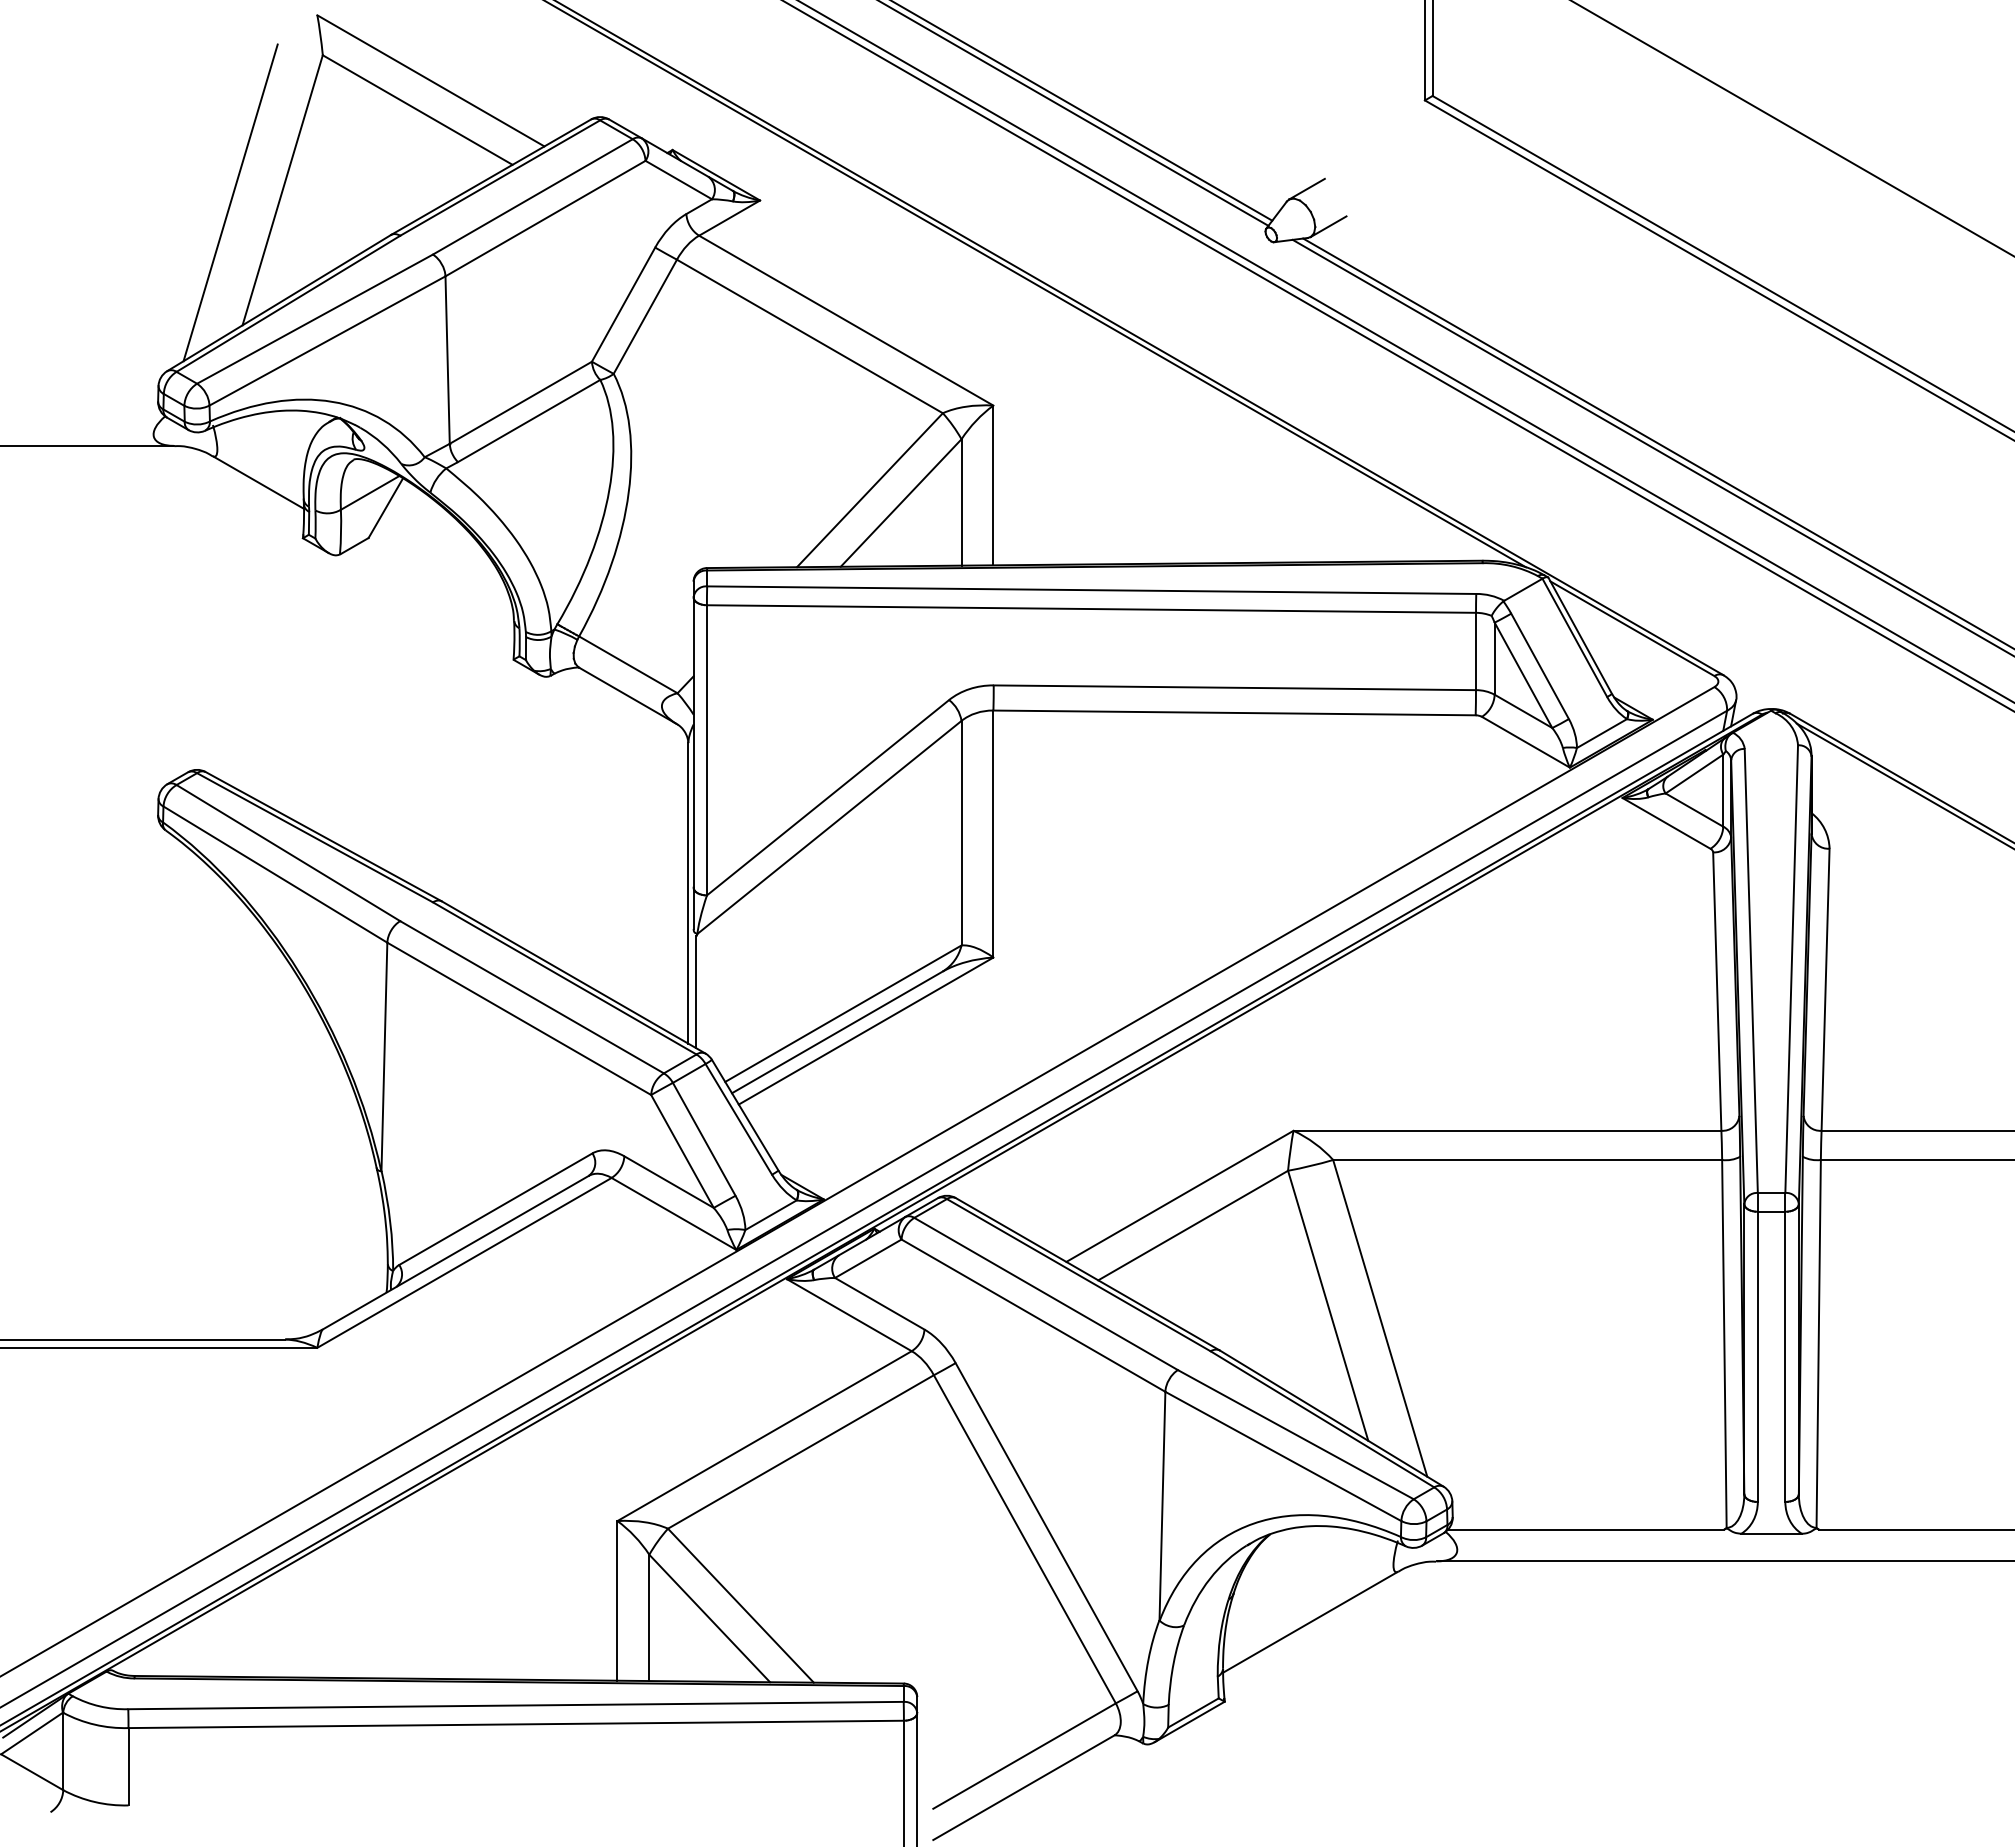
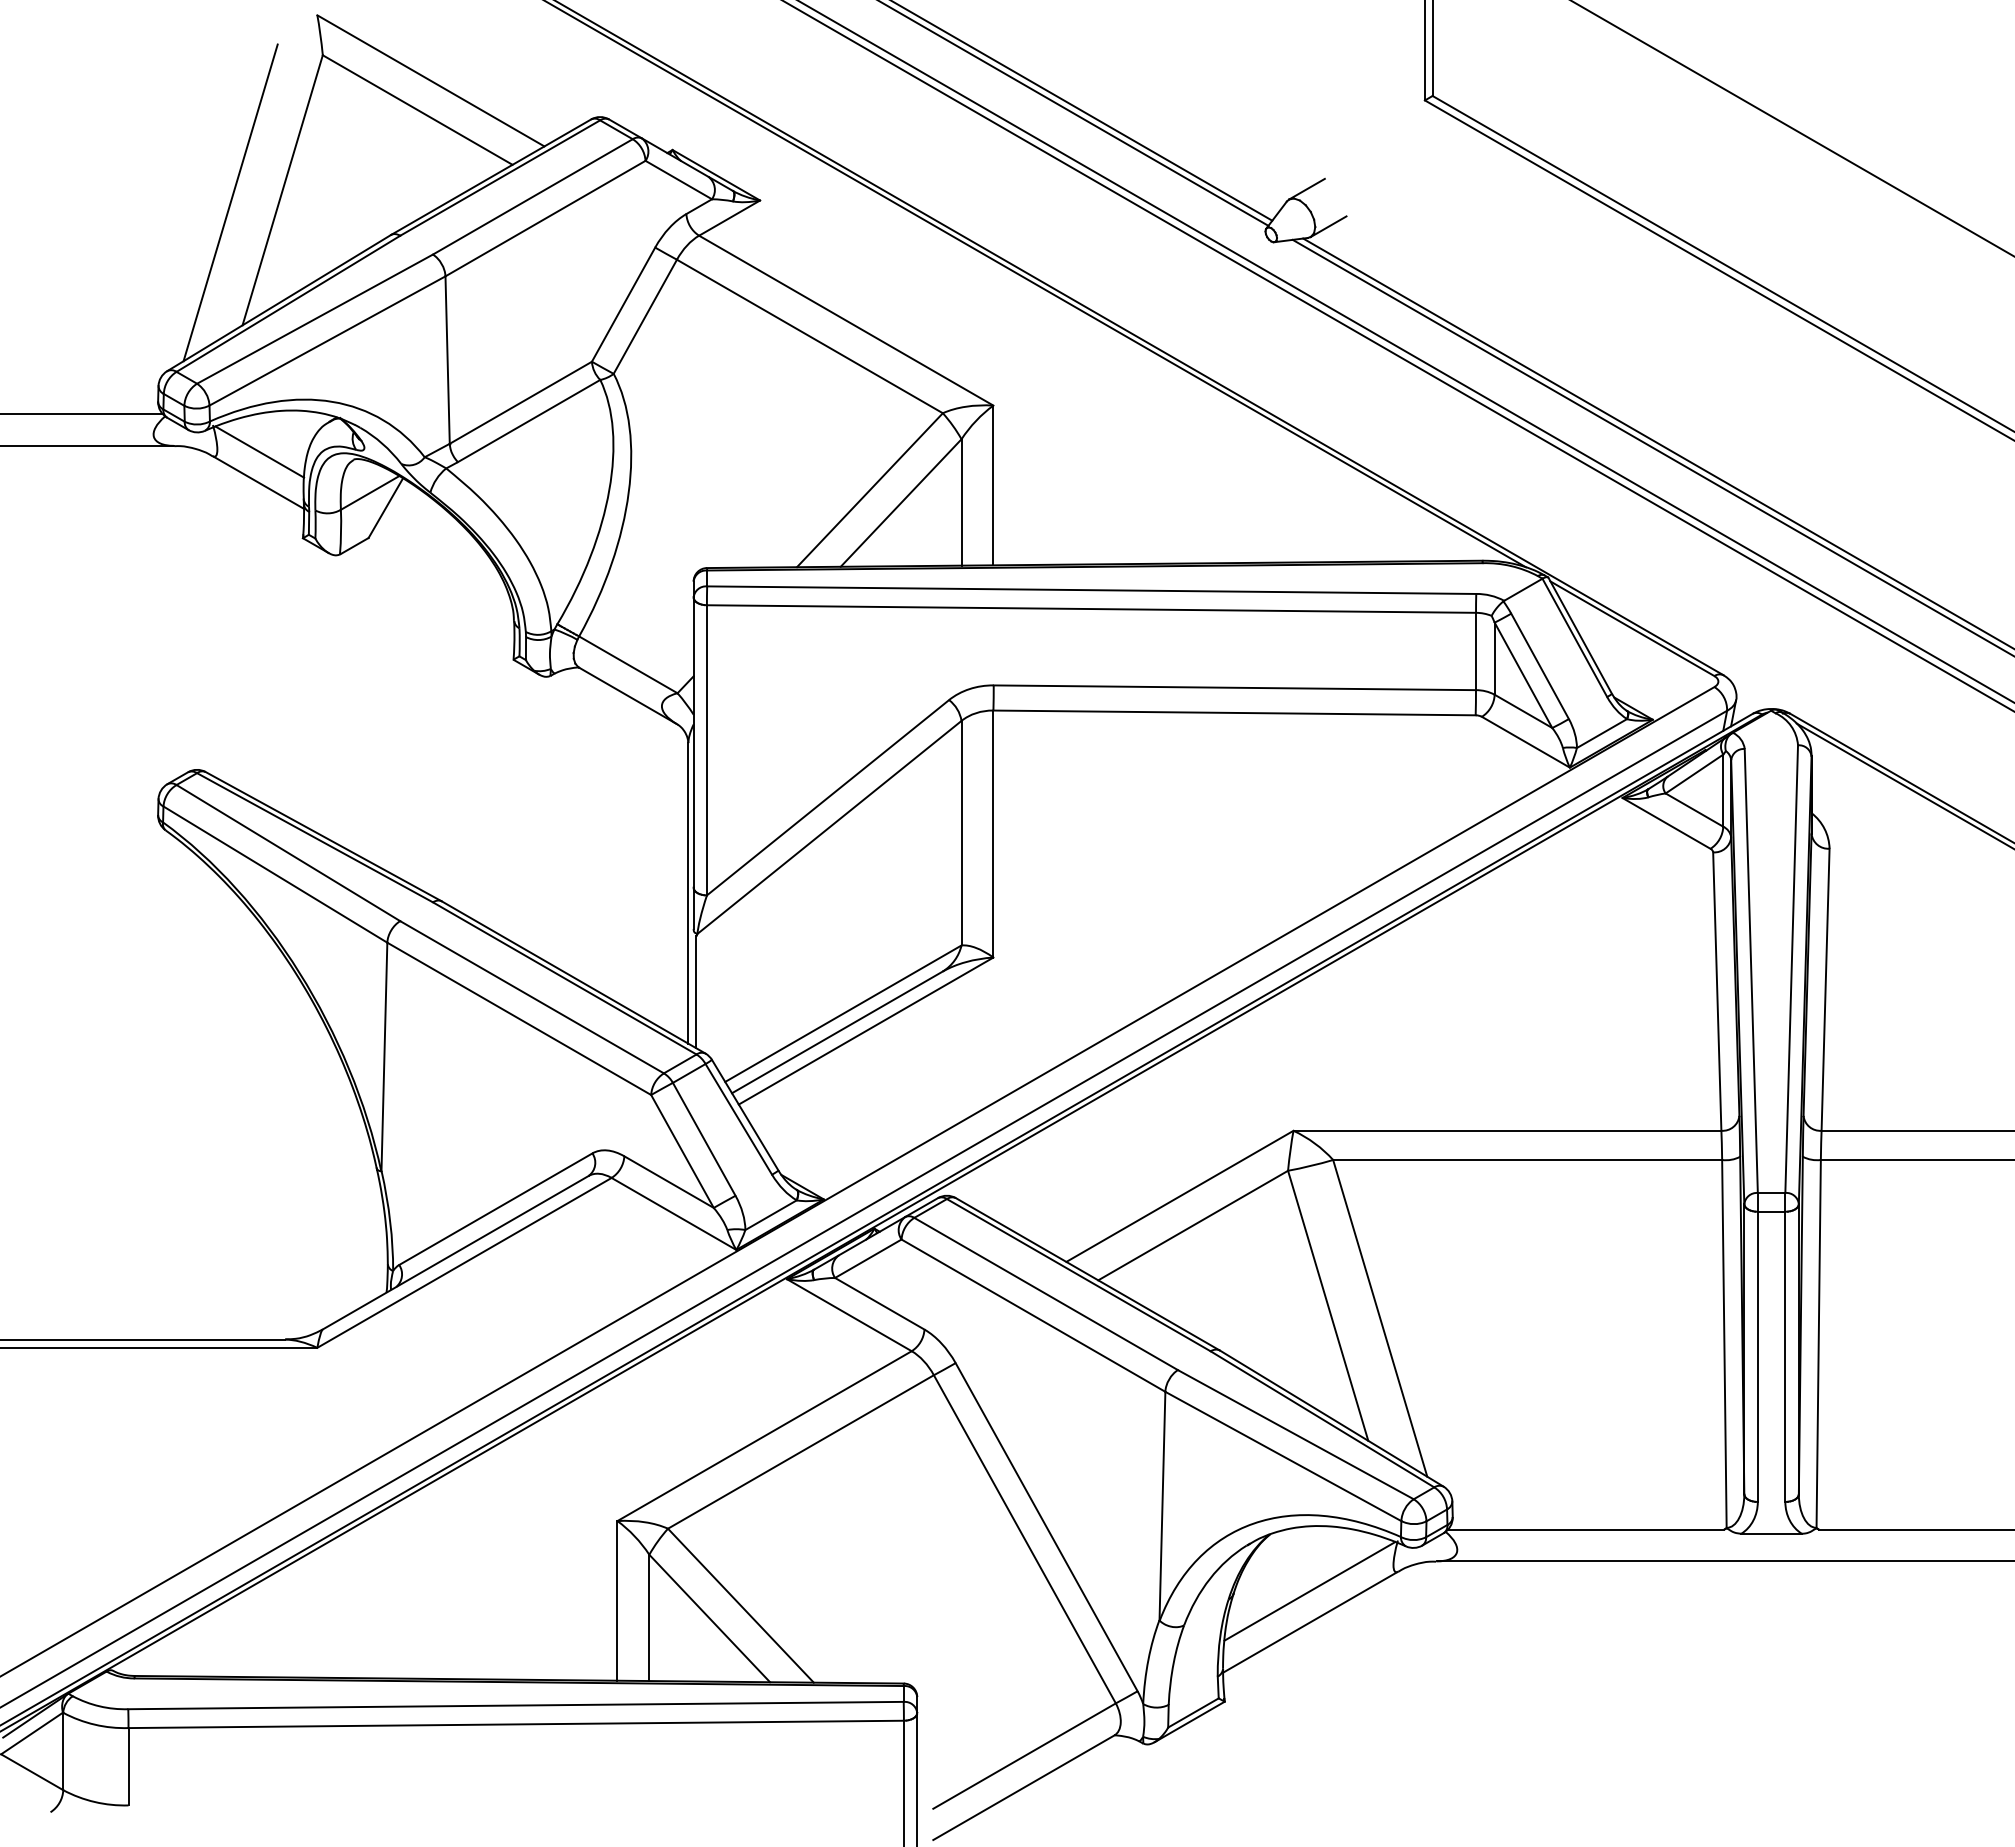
line at (82, 414): none -> present
line at (259, 451): none -> present
line at (1309, 1591): none -> present
